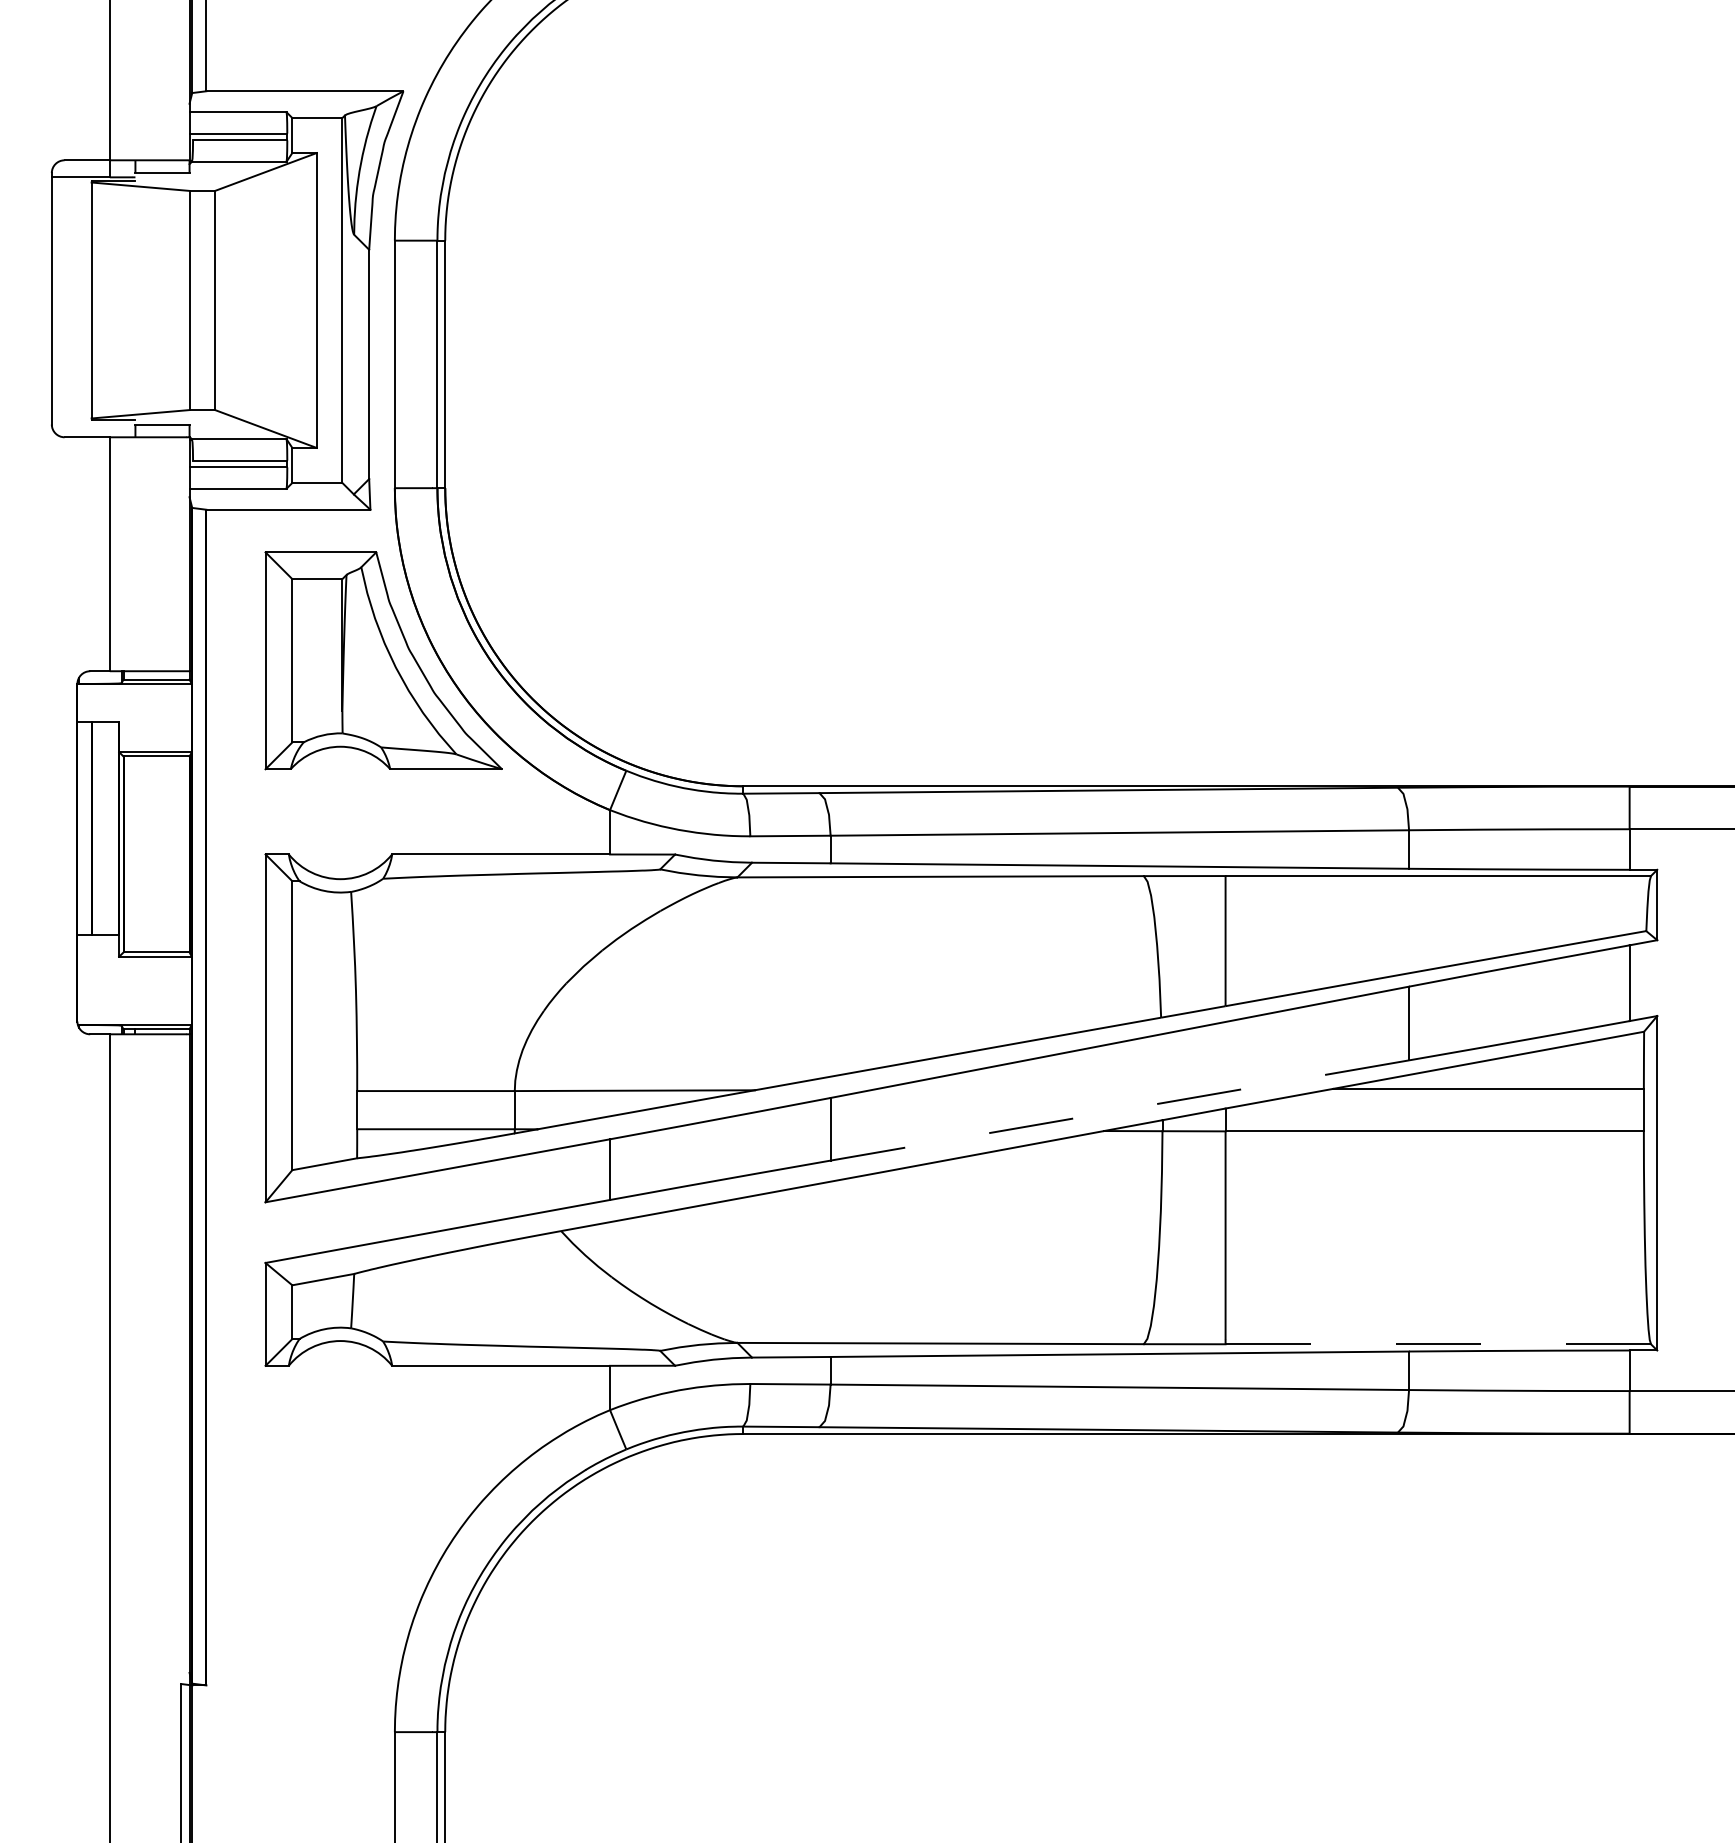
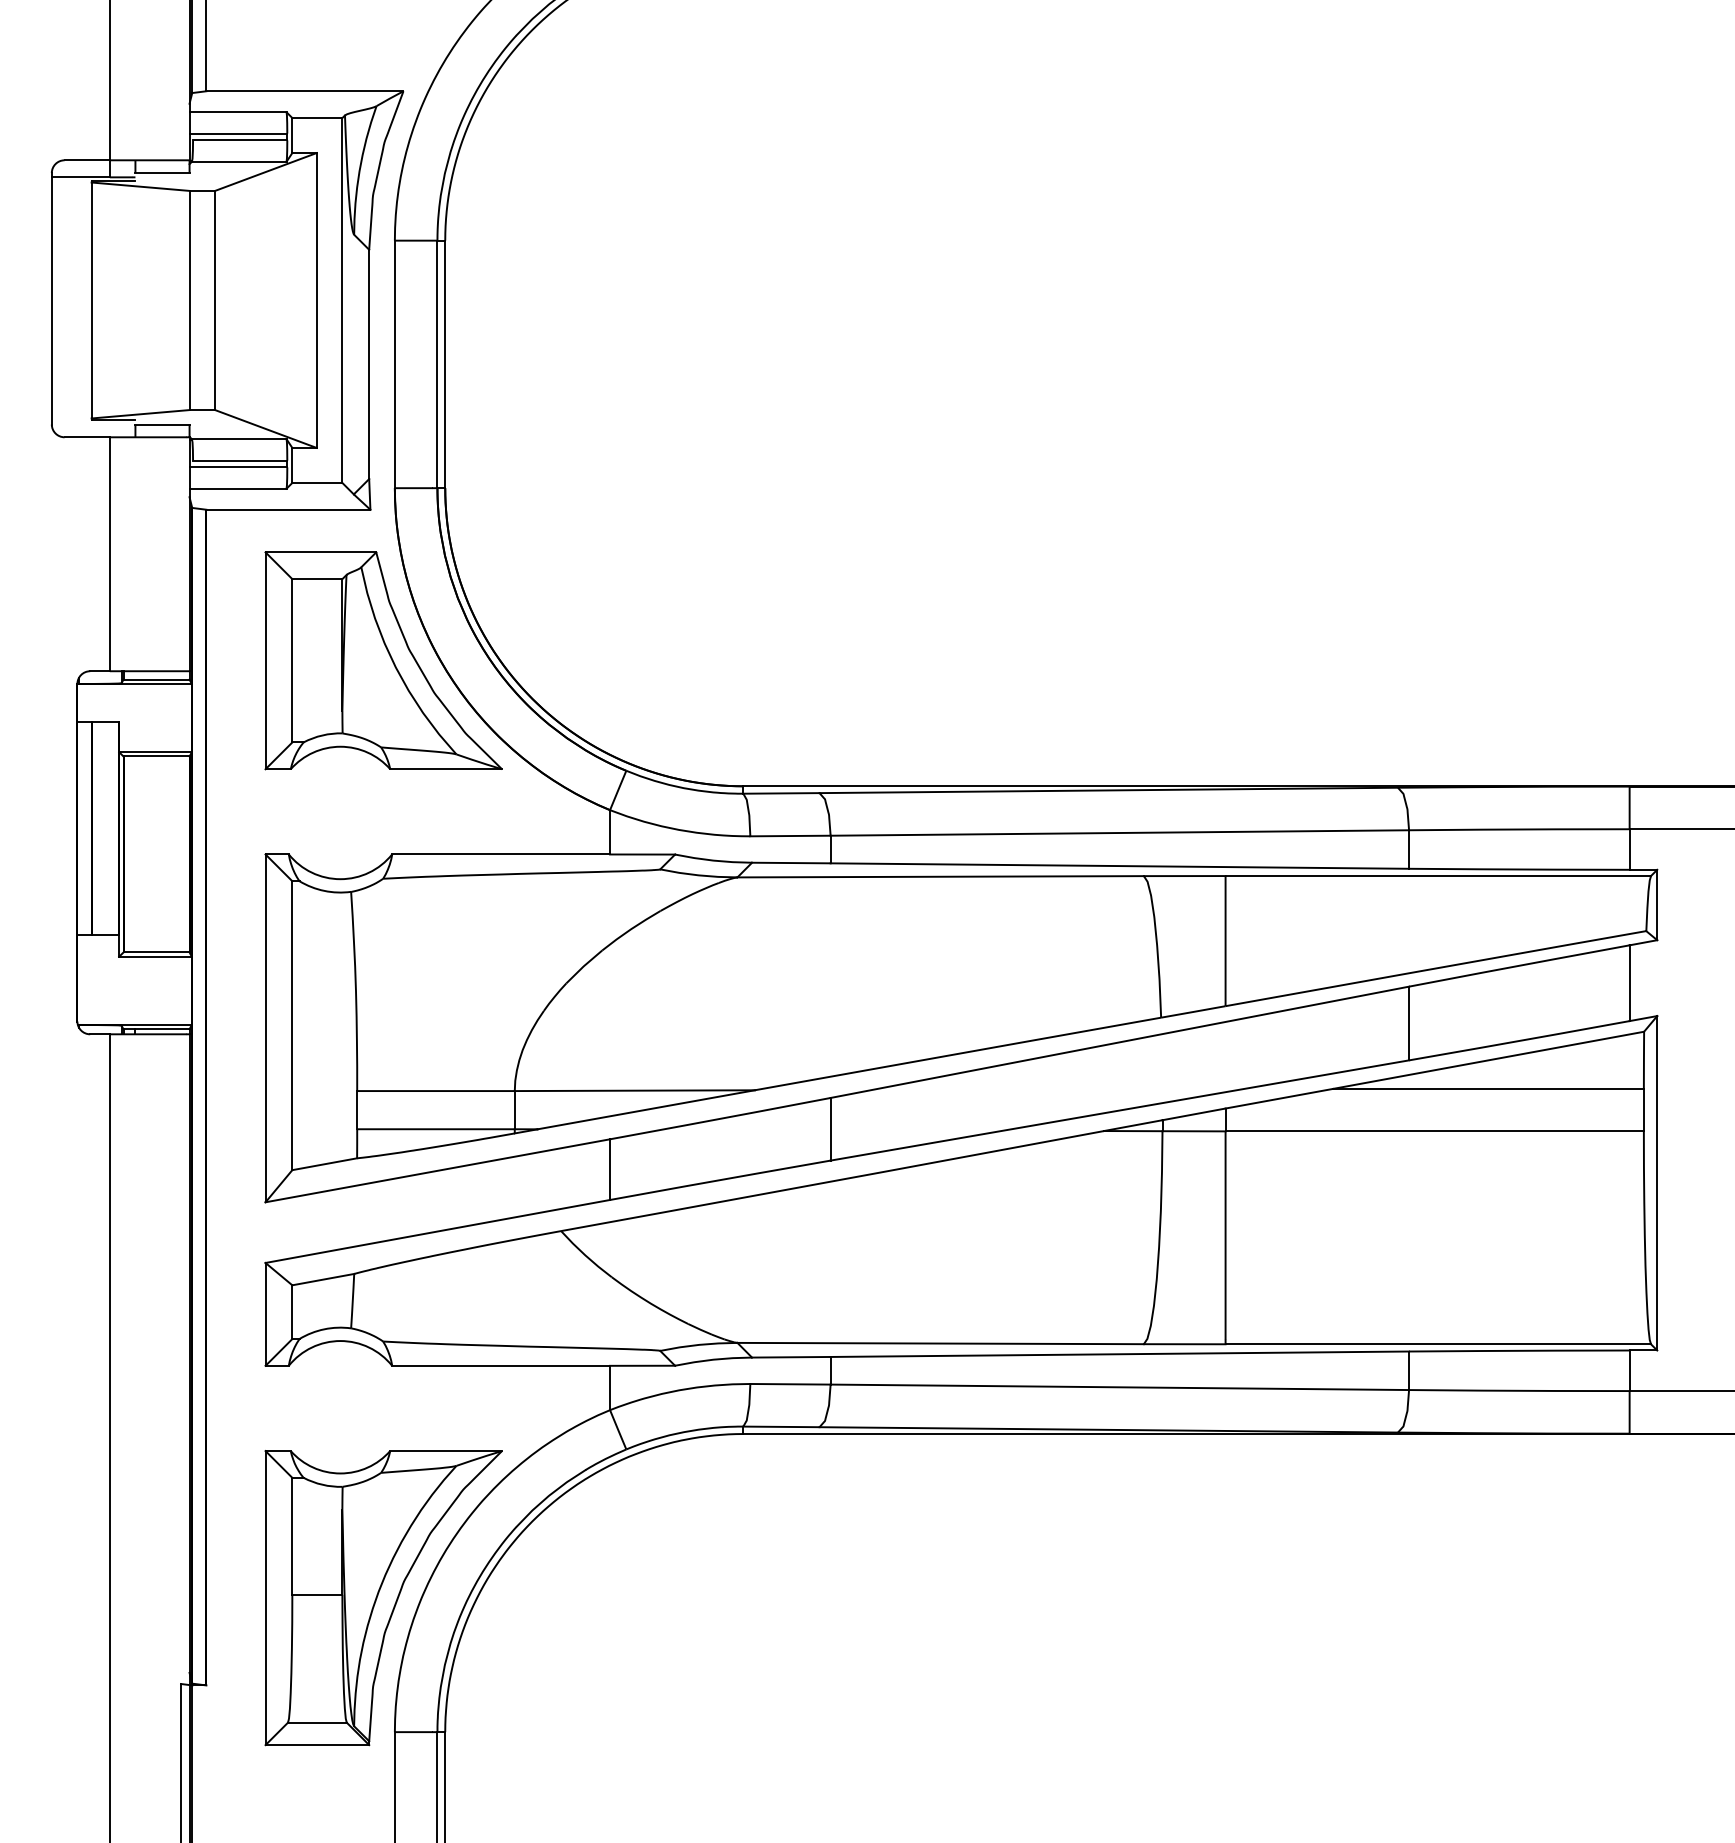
line at (1119, 1110): dashed -> solid
line at (1438, 1344): dashed -> solid
part at (383, 1598): none -> present
